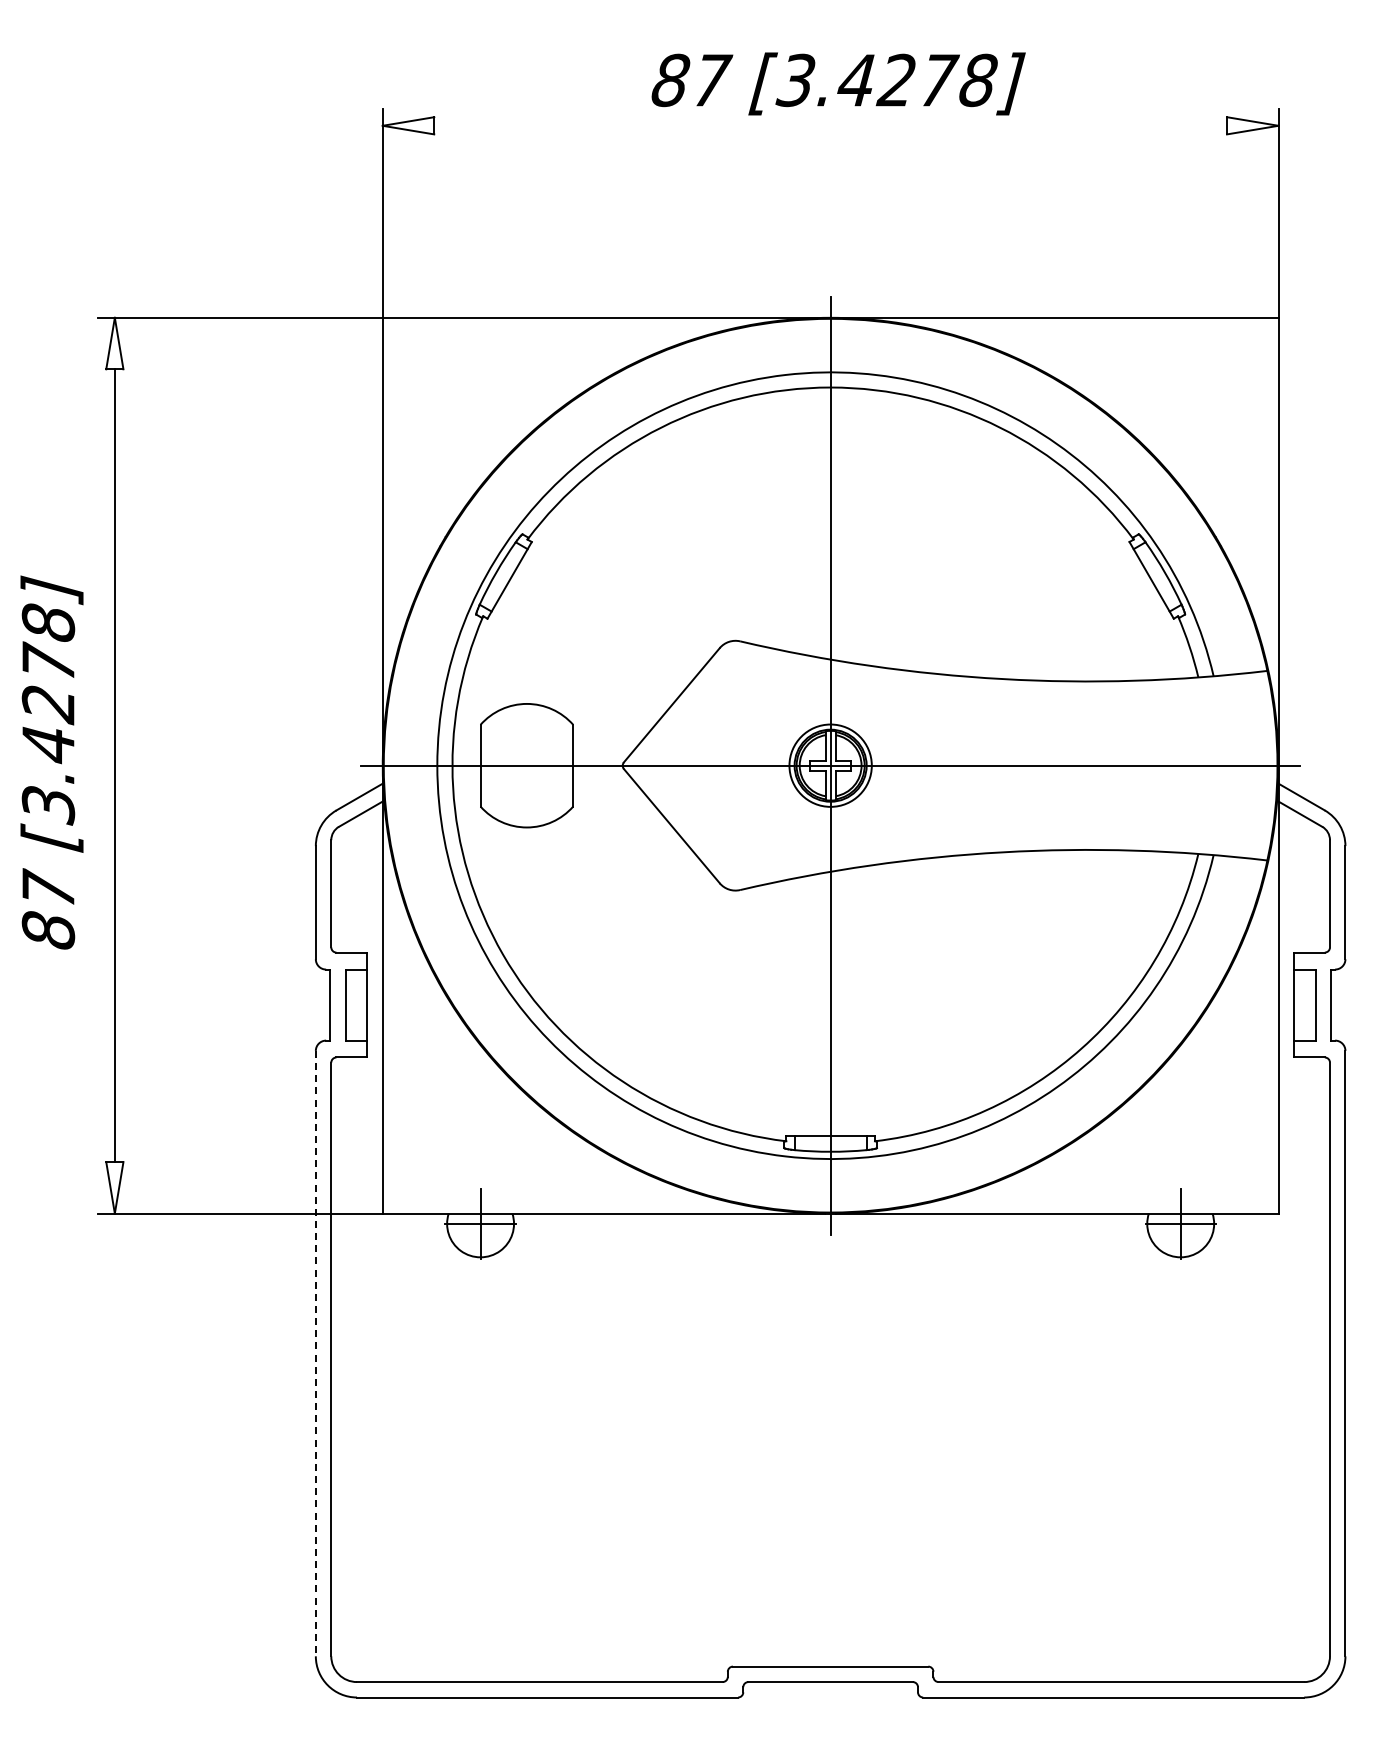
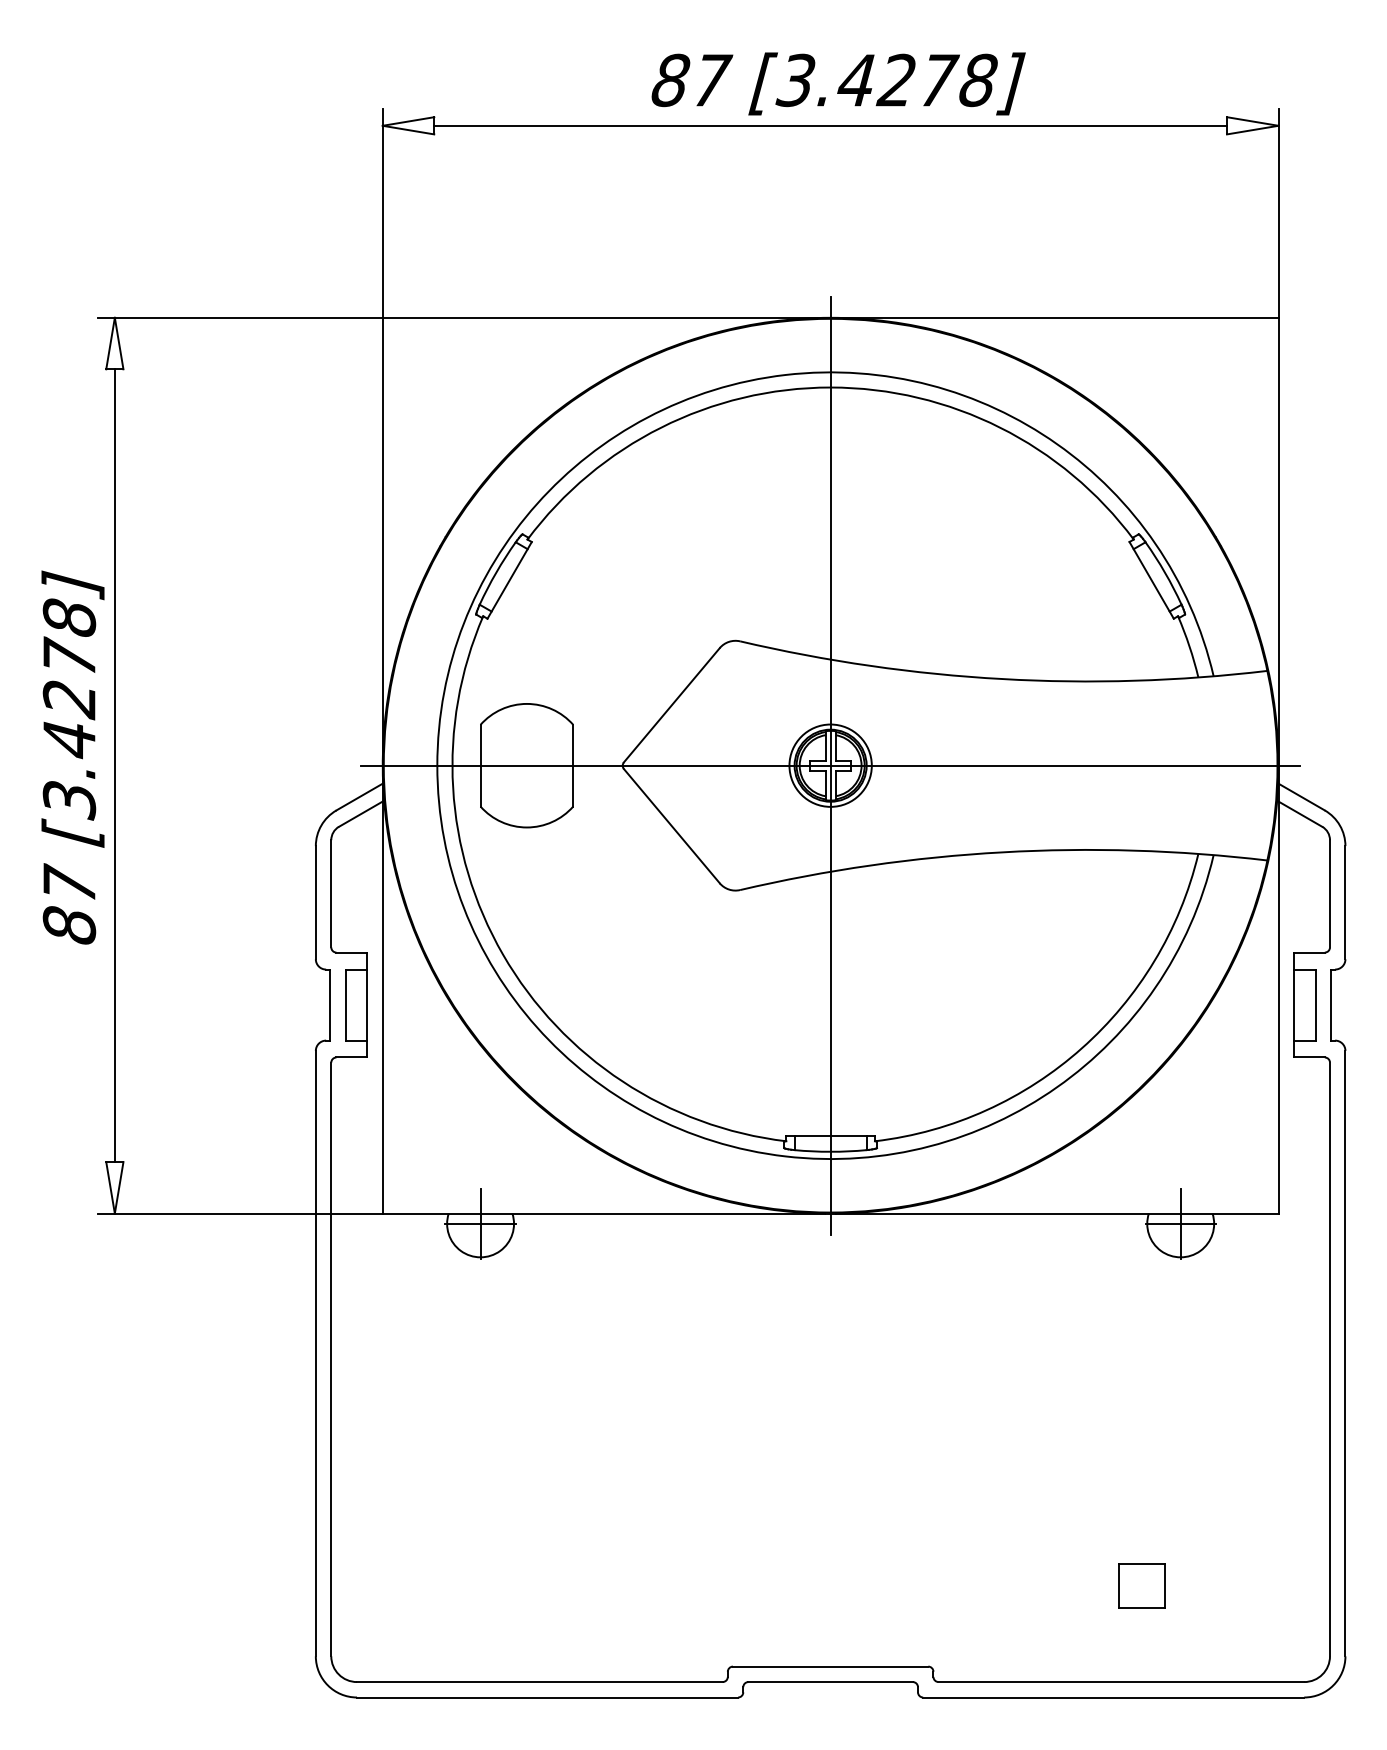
line at (830, 125): none -> present
text at (51, 762) position: (51, 762) -> (72, 757)
line at (315, 1353): dashed -> solid
part at (1141, 1585): none -> present
